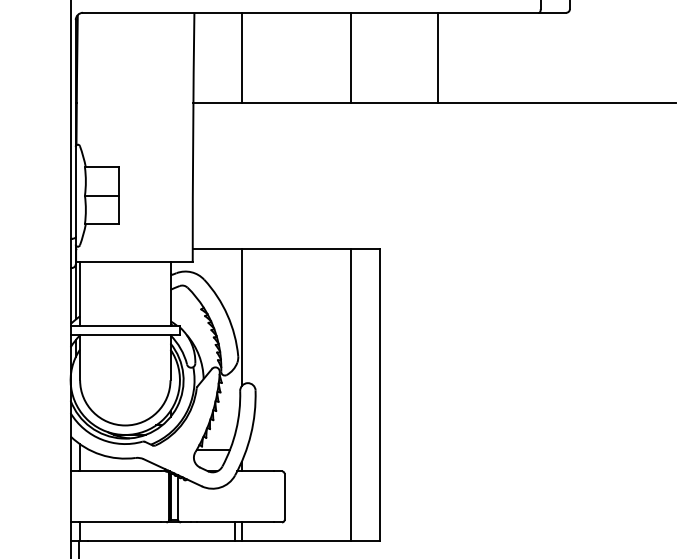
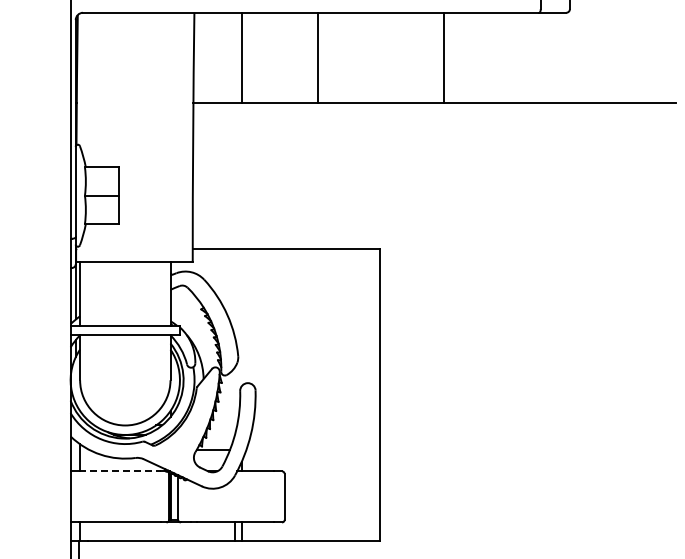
line at (351, 57) position: (351, 57) -> (318, 57)
line at (437, 57) position: (437, 57) -> (443, 57)
line at (241, 317): present -> none
line at (351, 394): present -> none
line at (120, 471): solid -> dashed
